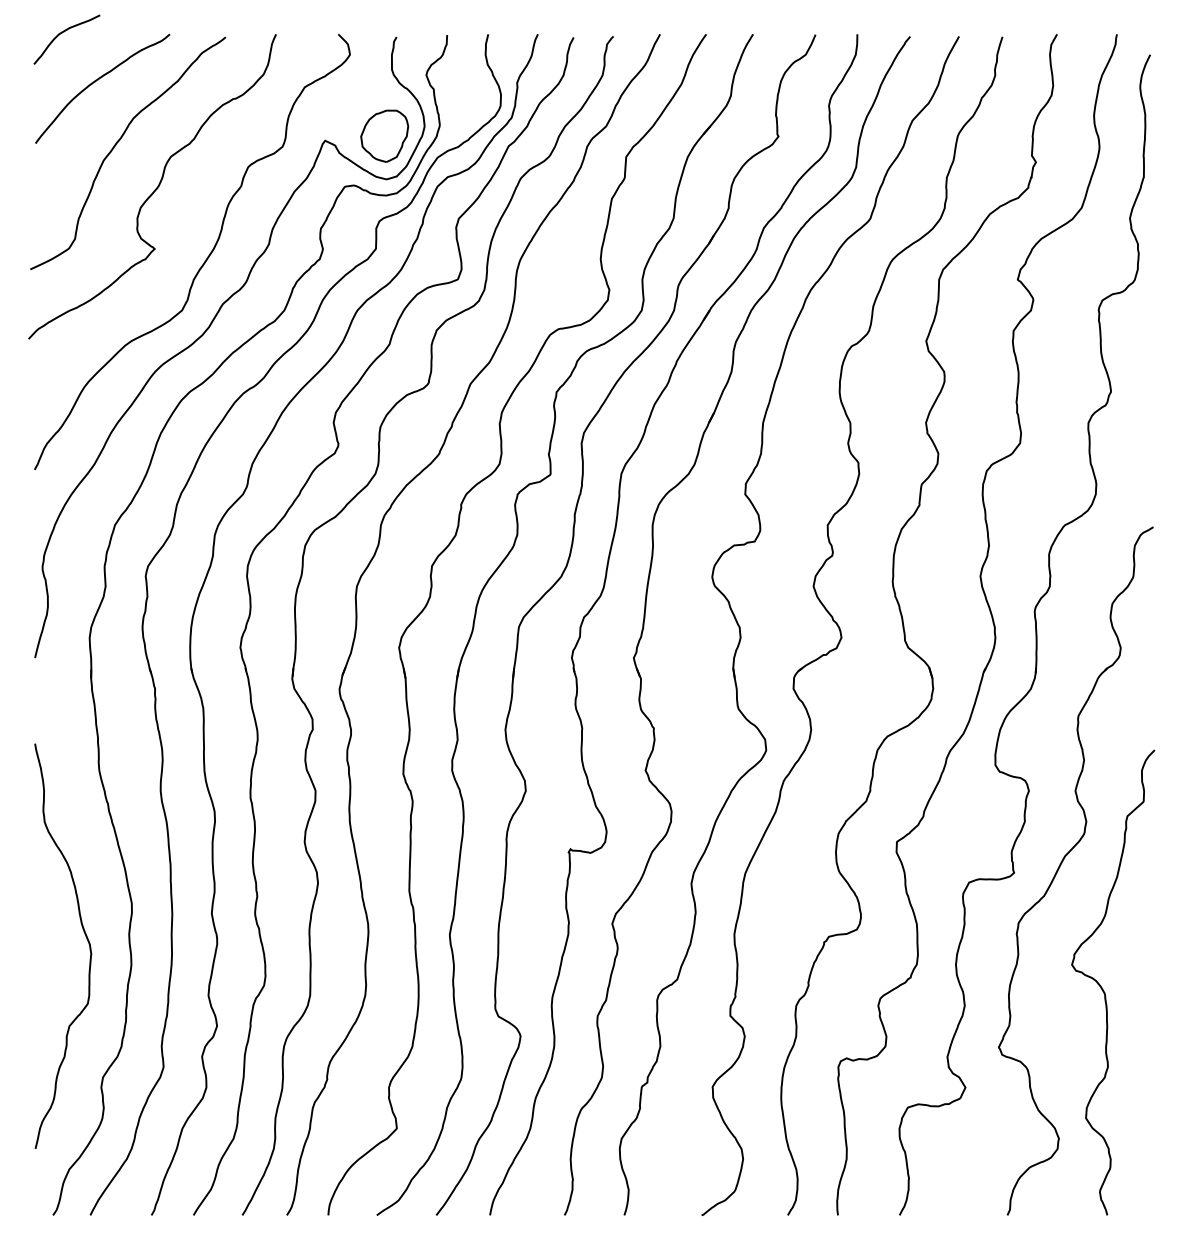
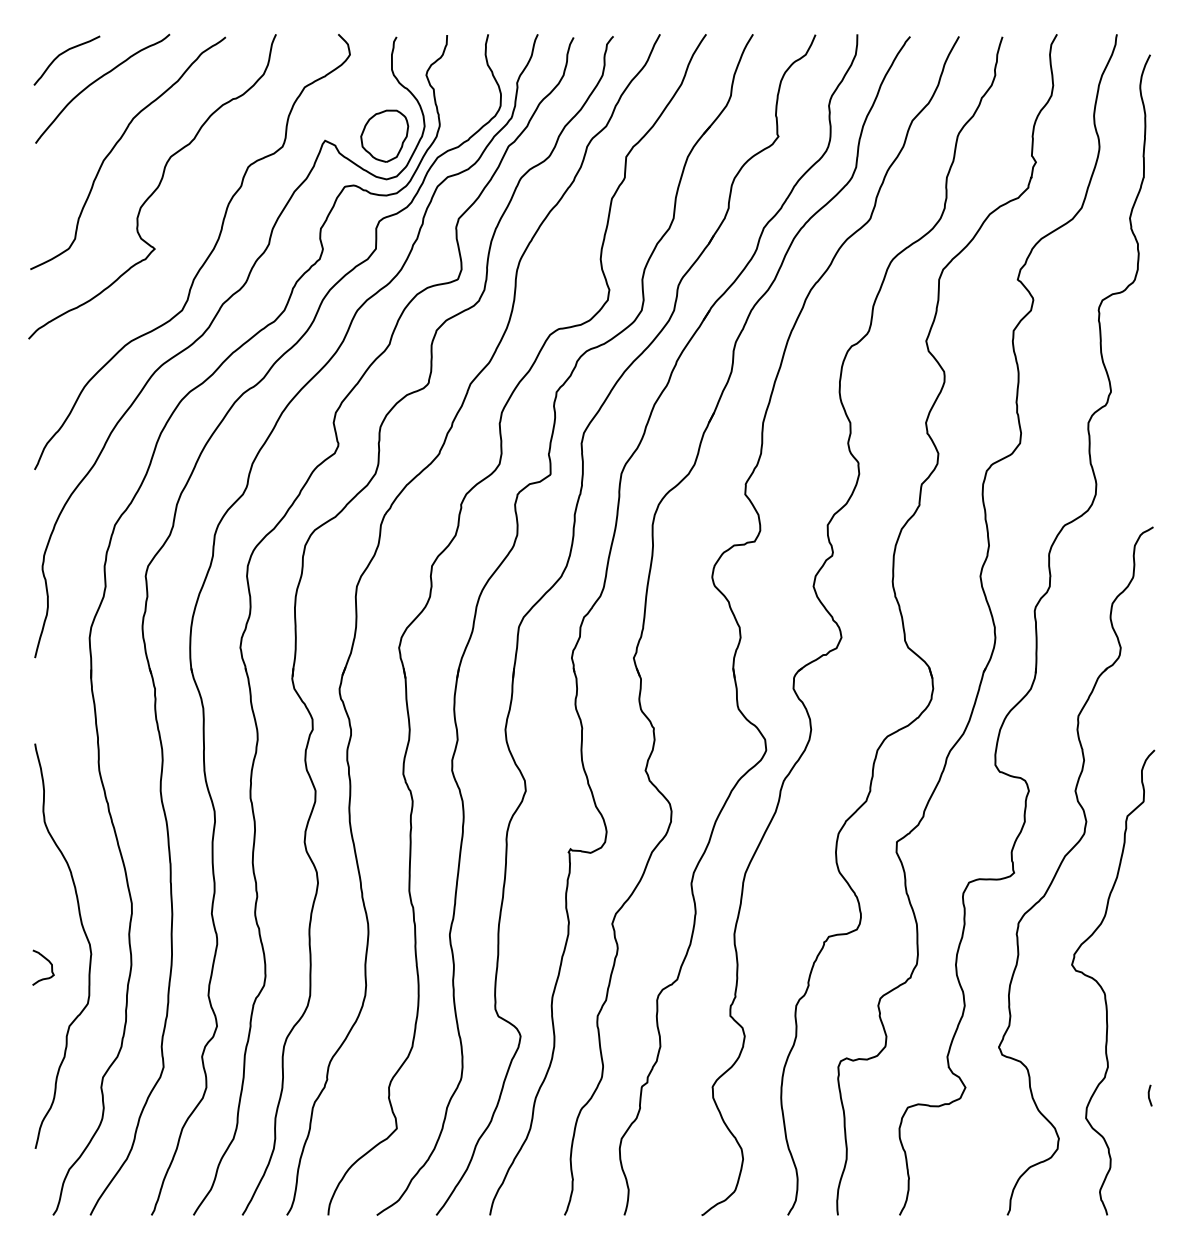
curve at (62, 33) position: (62, 33) -> (62, 54)
curve at (48, 962): none -> present
line at (1149, 1095): none -> present
